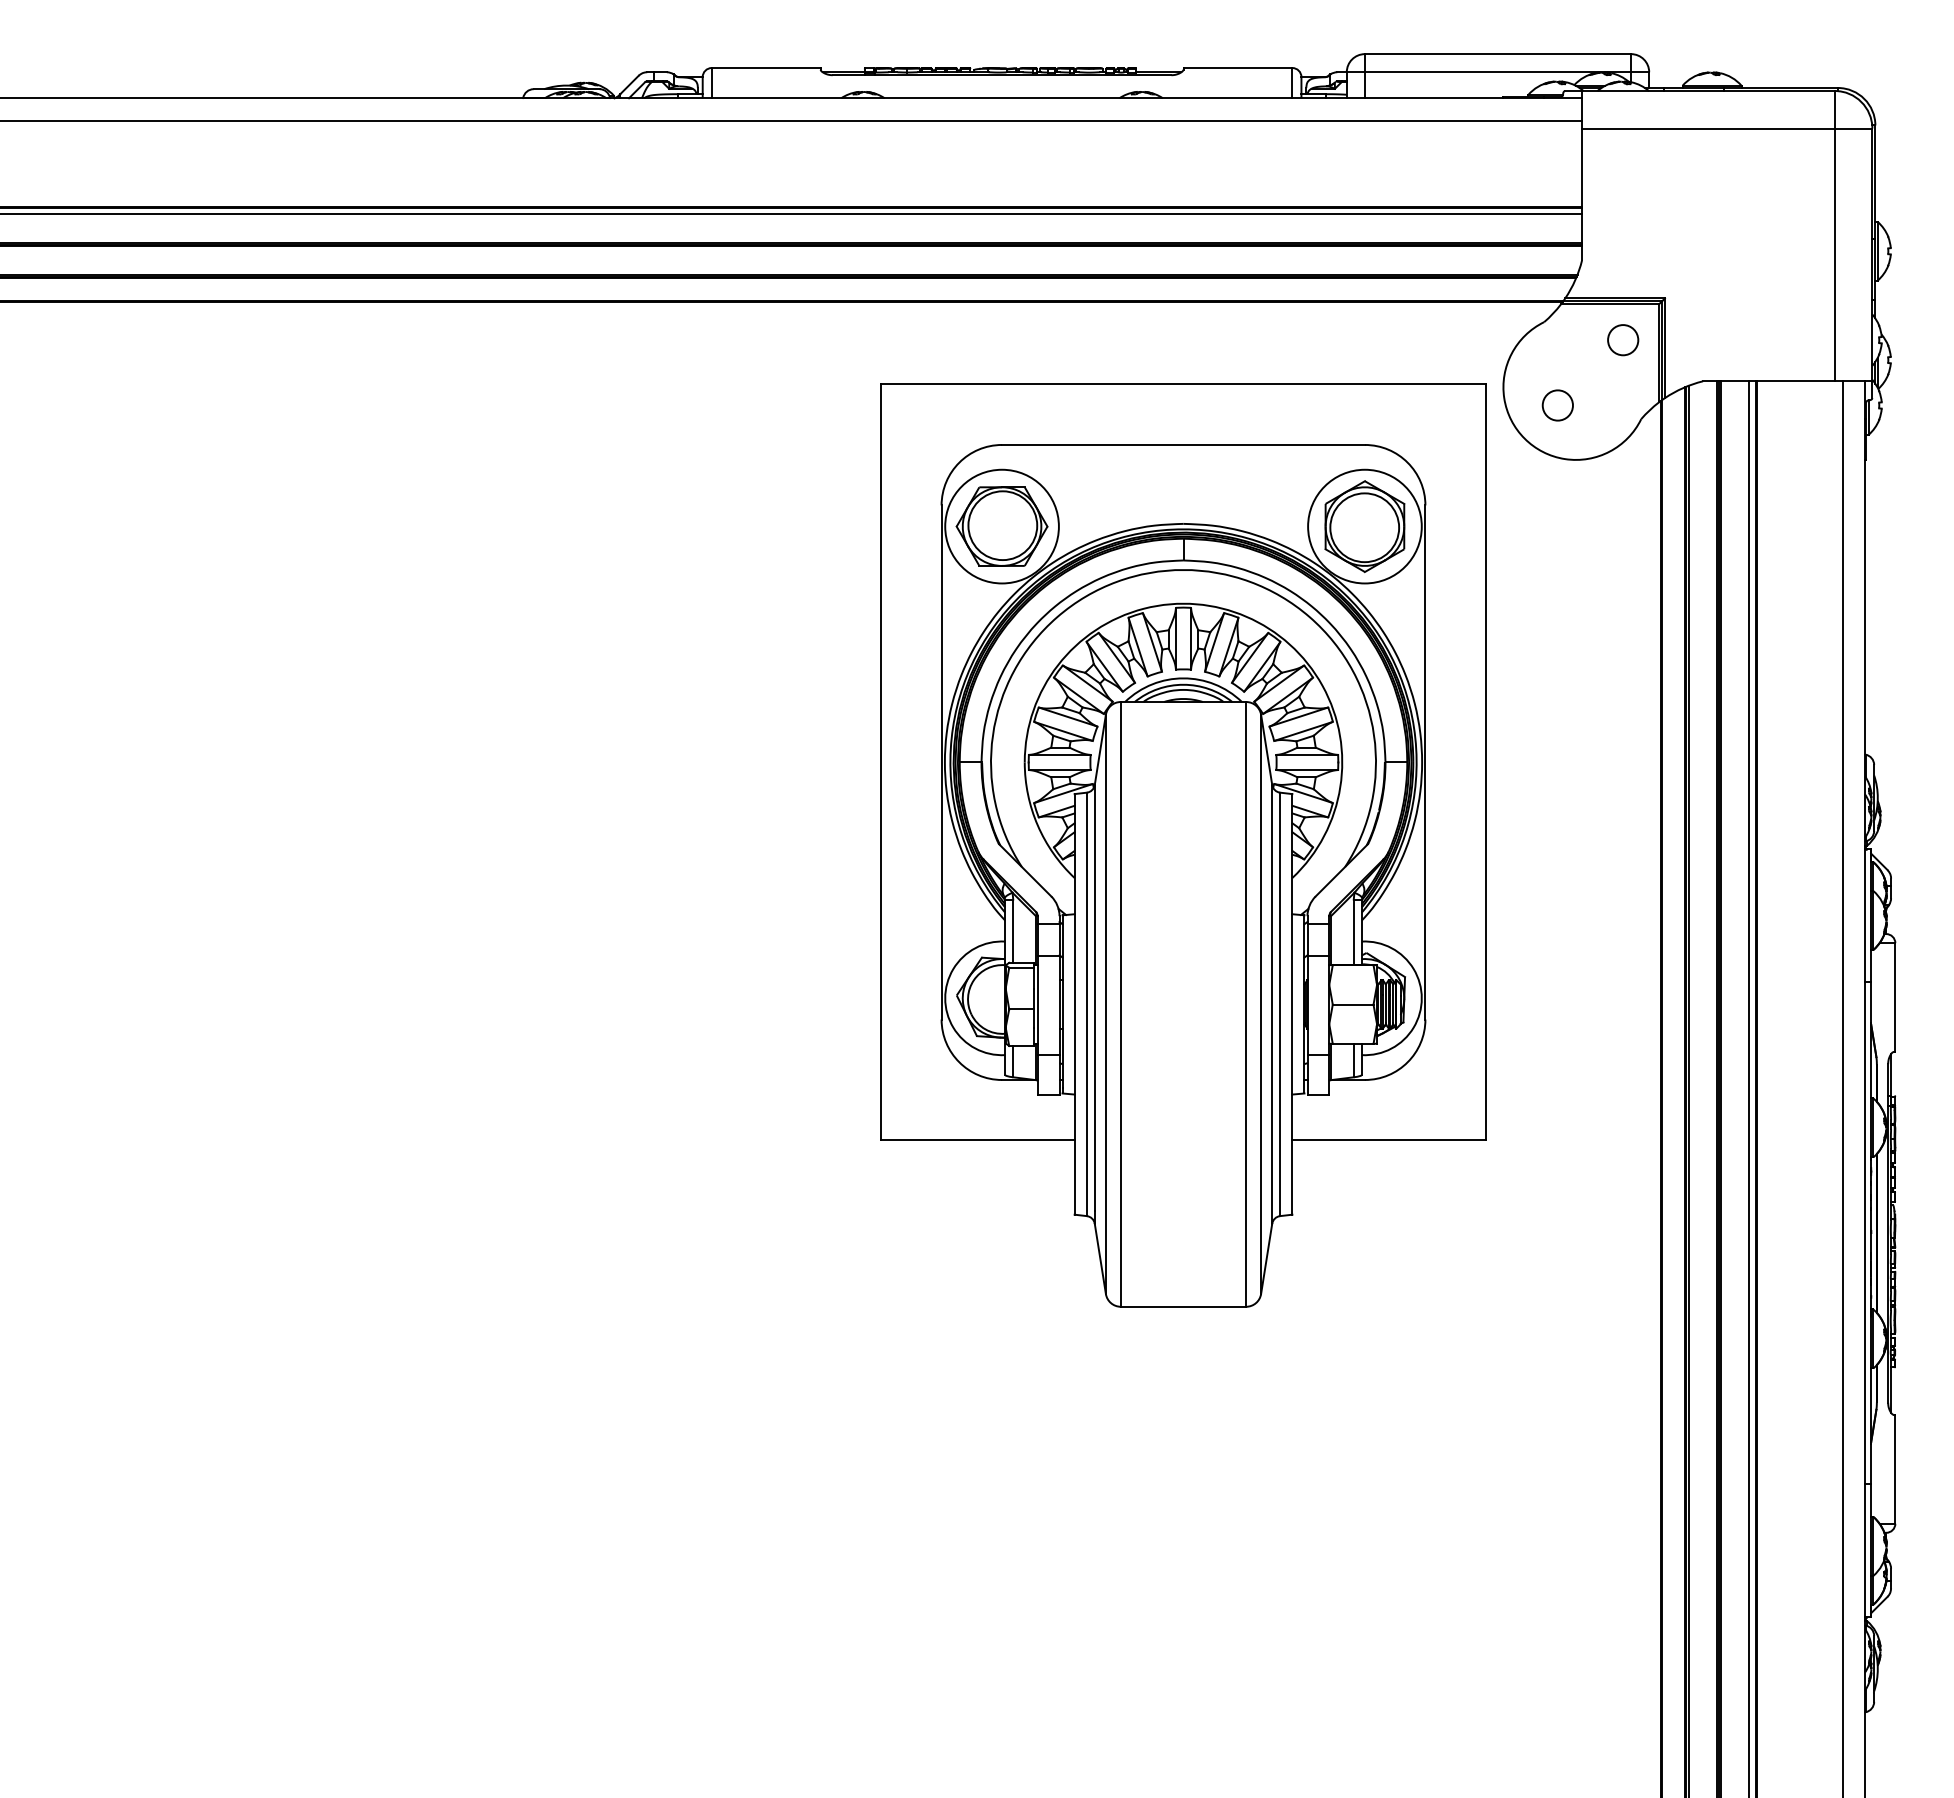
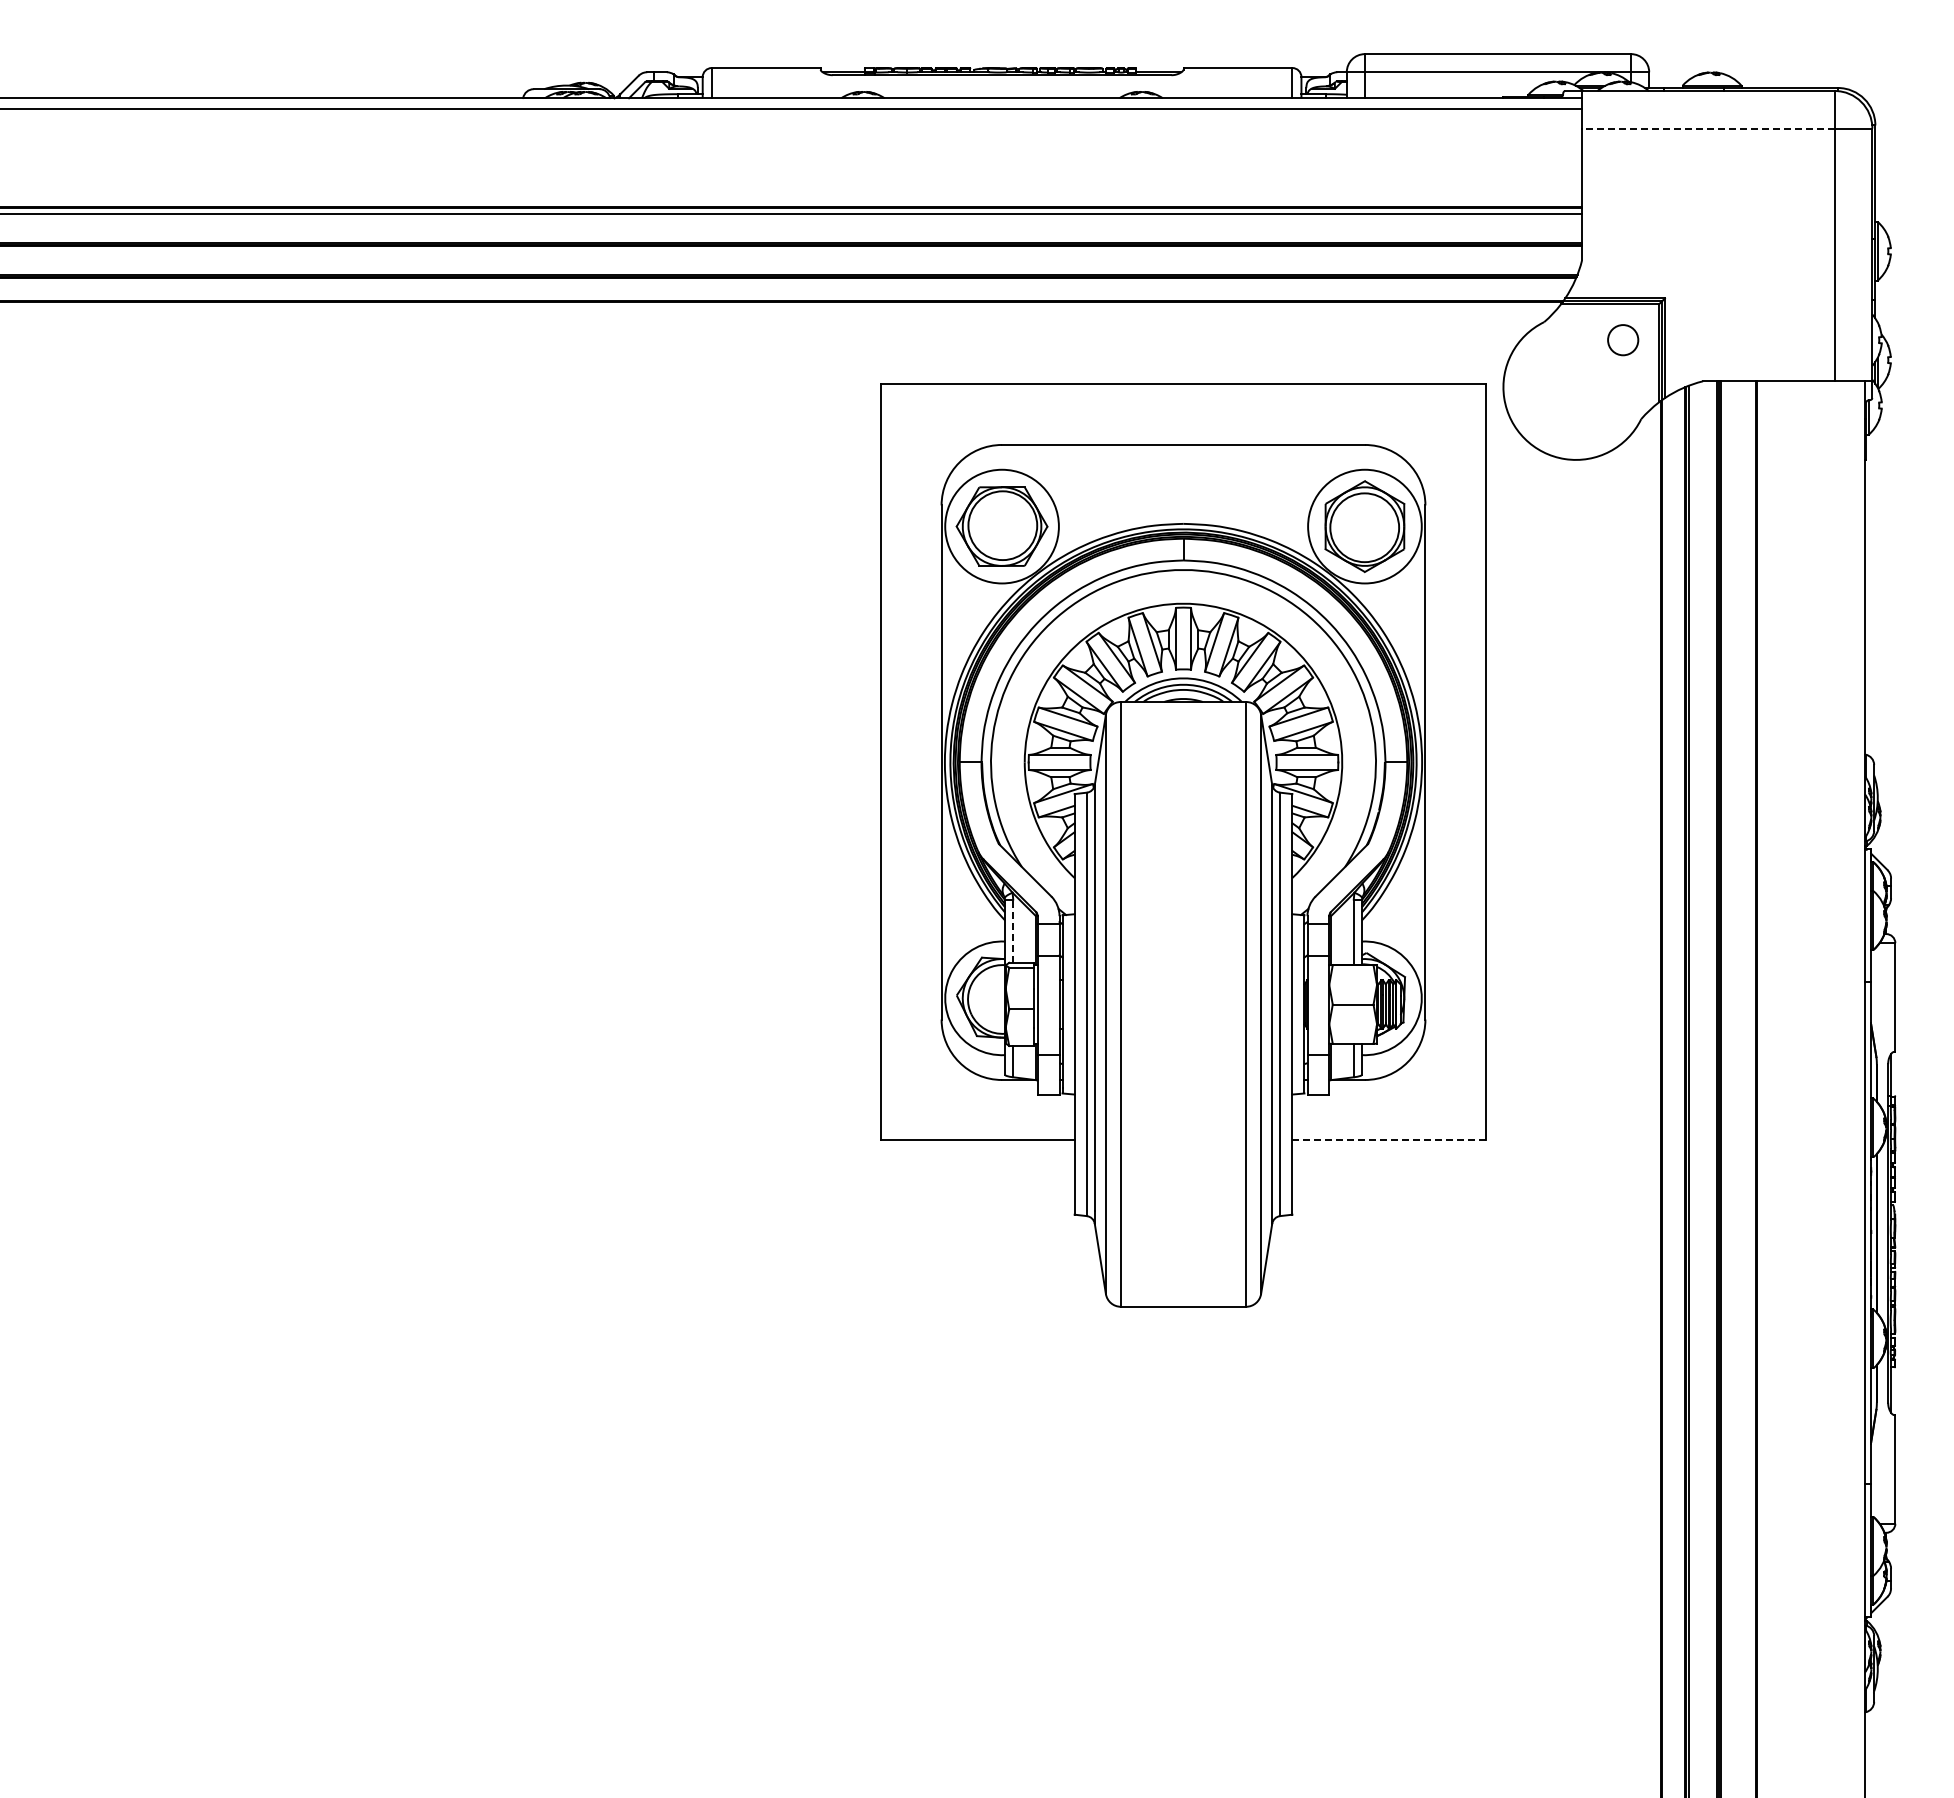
line at (792, 120) position: (792, 120) -> (792, 108)
line at (1707, 128): solid -> dashed
circle at (1557, 405): present -> none
line at (1013, 931): solid -> dashed
line at (1748, 1087): present -> none
line at (1842, 1087): present -> none
line at (1389, 1140): solid -> dashed
